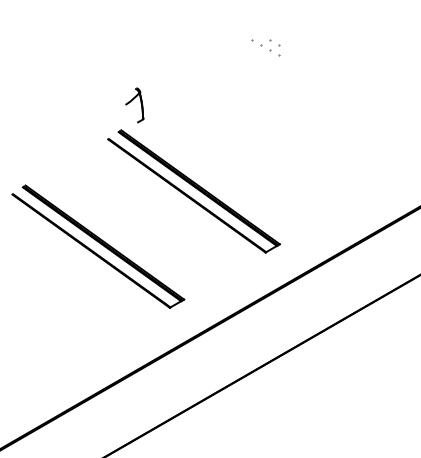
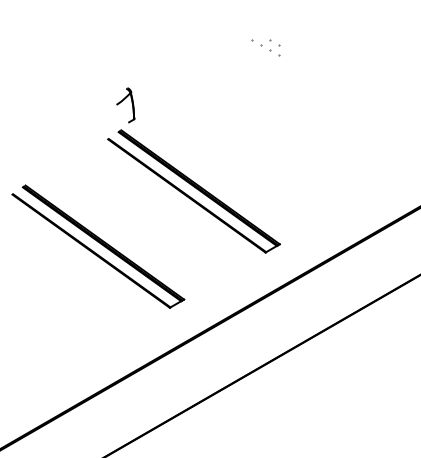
part at (134, 105) position: (134, 105) -> (125, 105)
